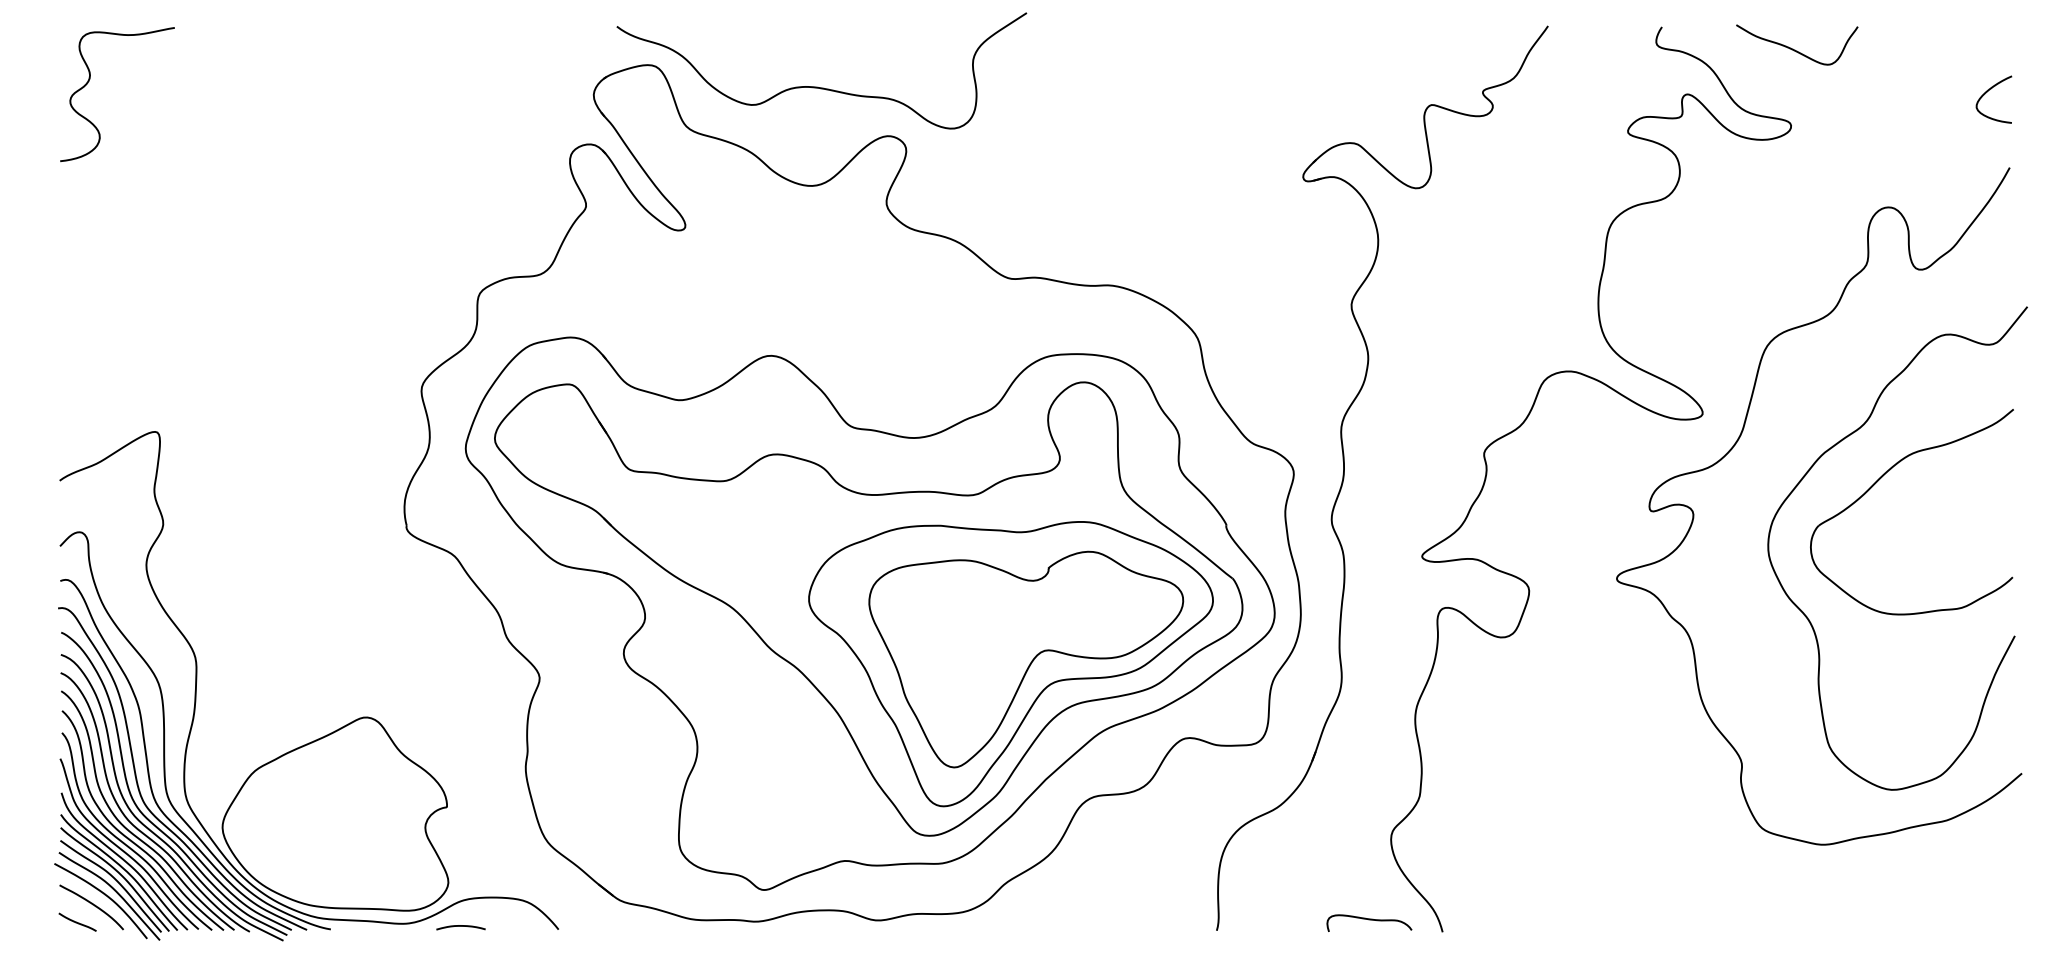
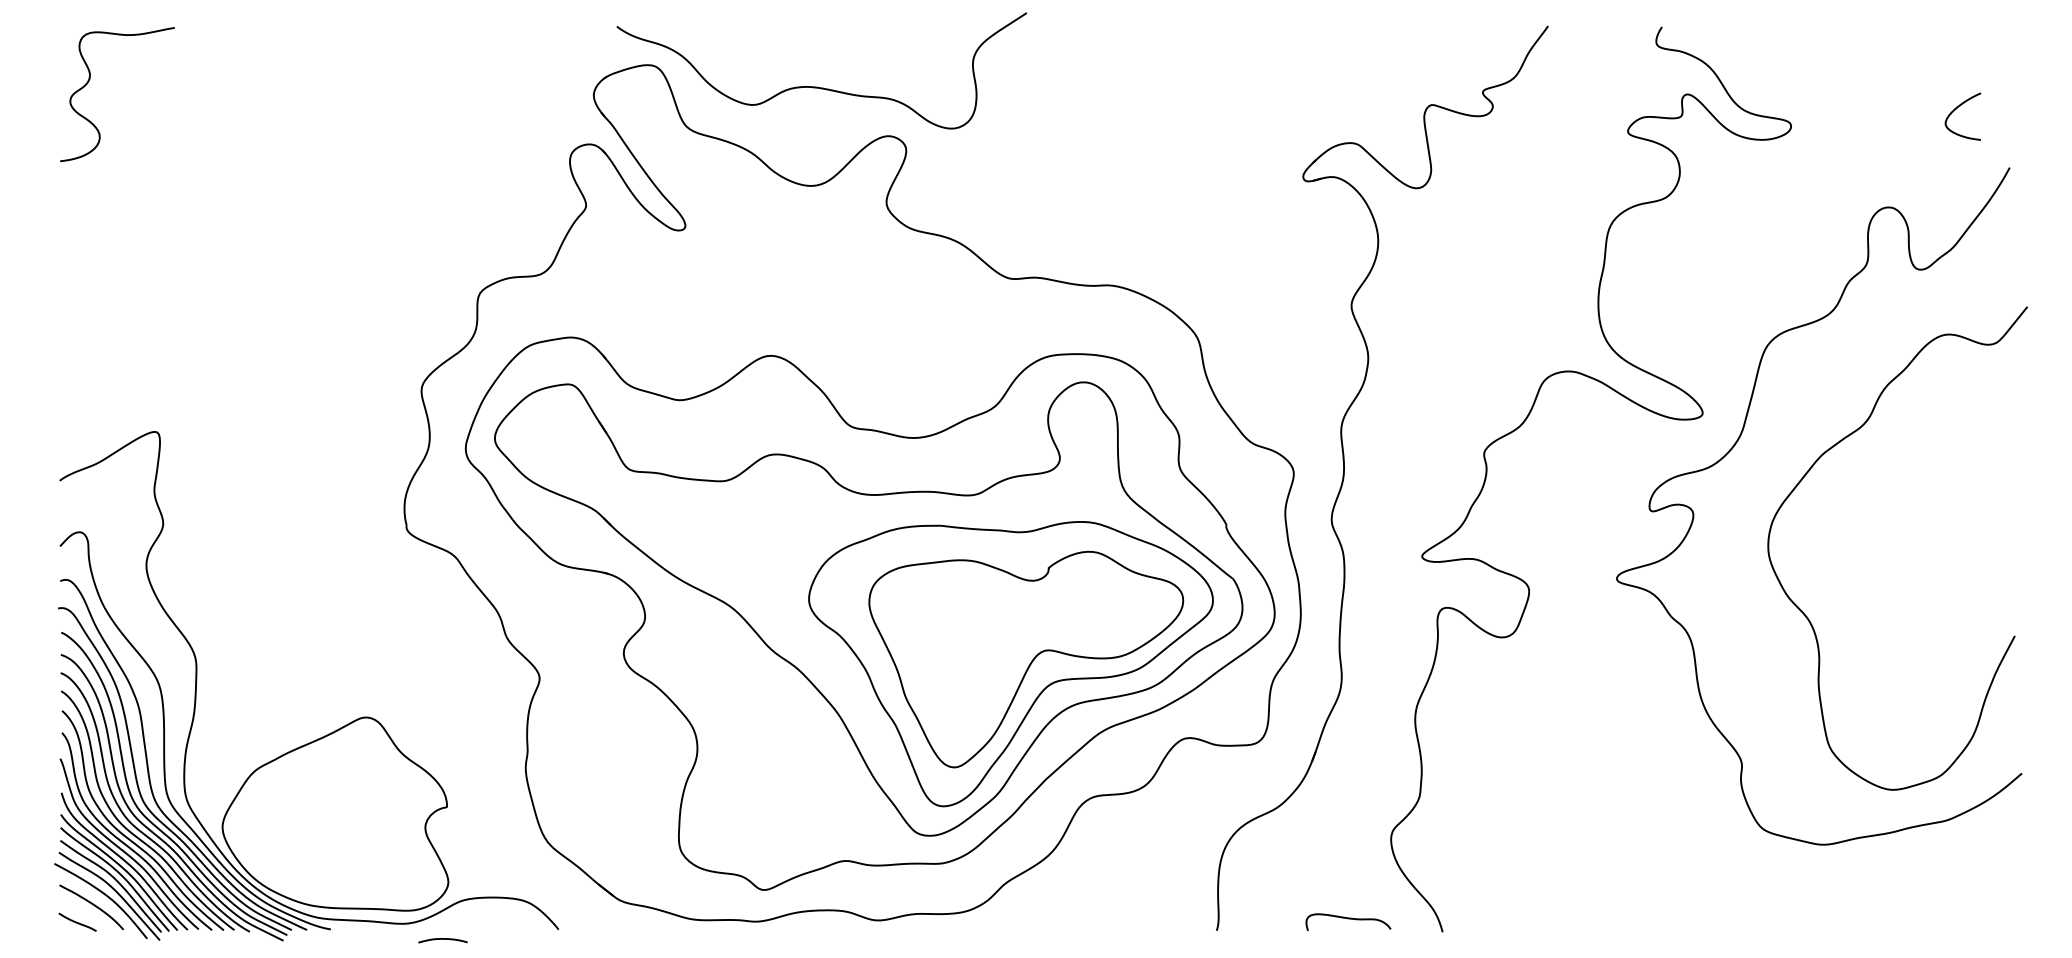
curve at (1795, 49): present -> none
curve at (1987, 92) position: (1987, 92) -> (1956, 109)
part at (1879, 480): present -> none
curve at (1369, 920) position: (1369, 920) -> (1348, 919)
curve at (460, 926) position: (460, 926) -> (442, 939)
